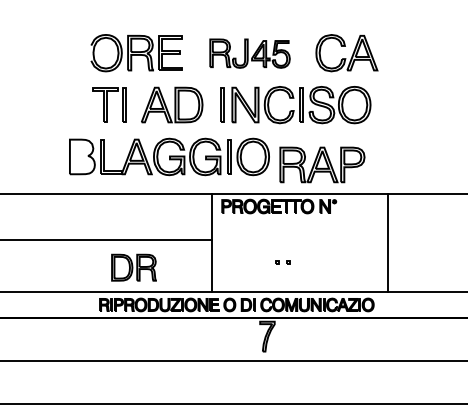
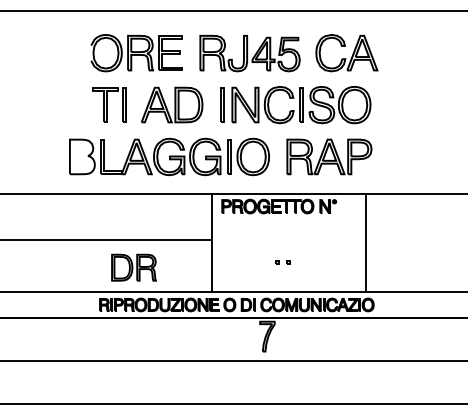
line at (233, 10): none -> present
part at (249, 53) size: 82x31 px -> 102x38 px
part at (322, 164) position: (322, 164) -> (329, 156)
line at (387, 242) position: (387, 242) -> (365, 242)
